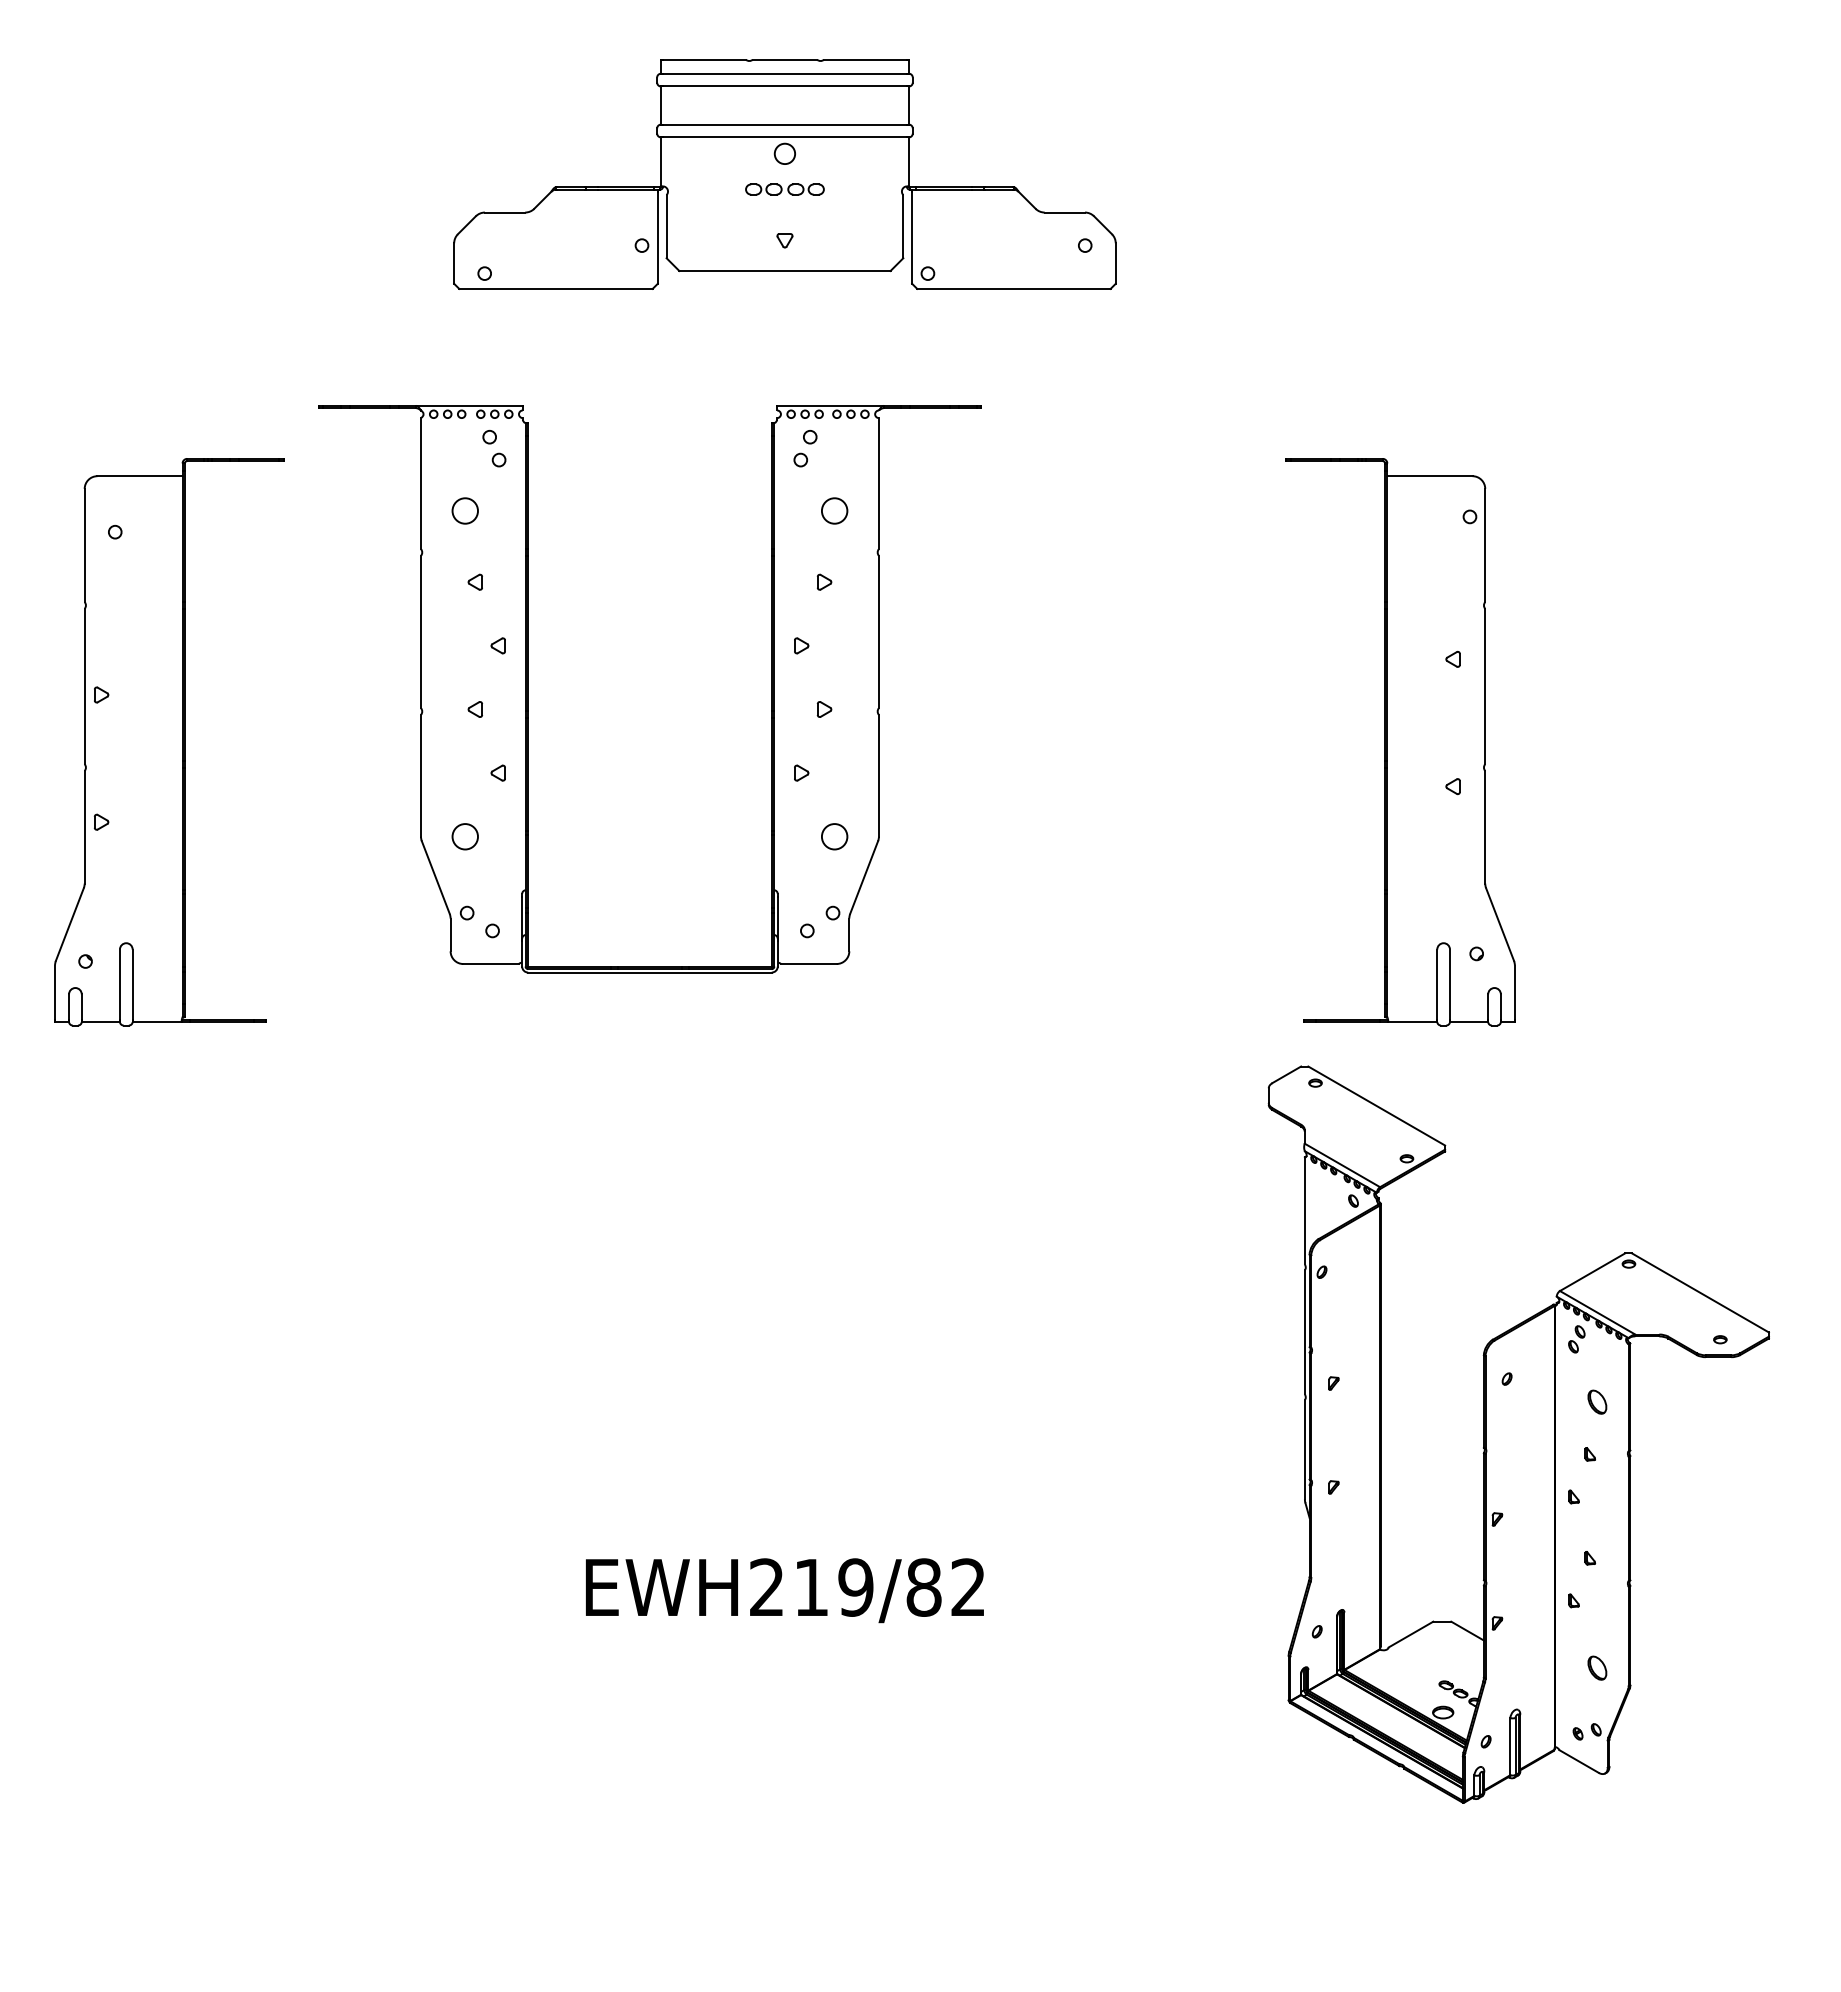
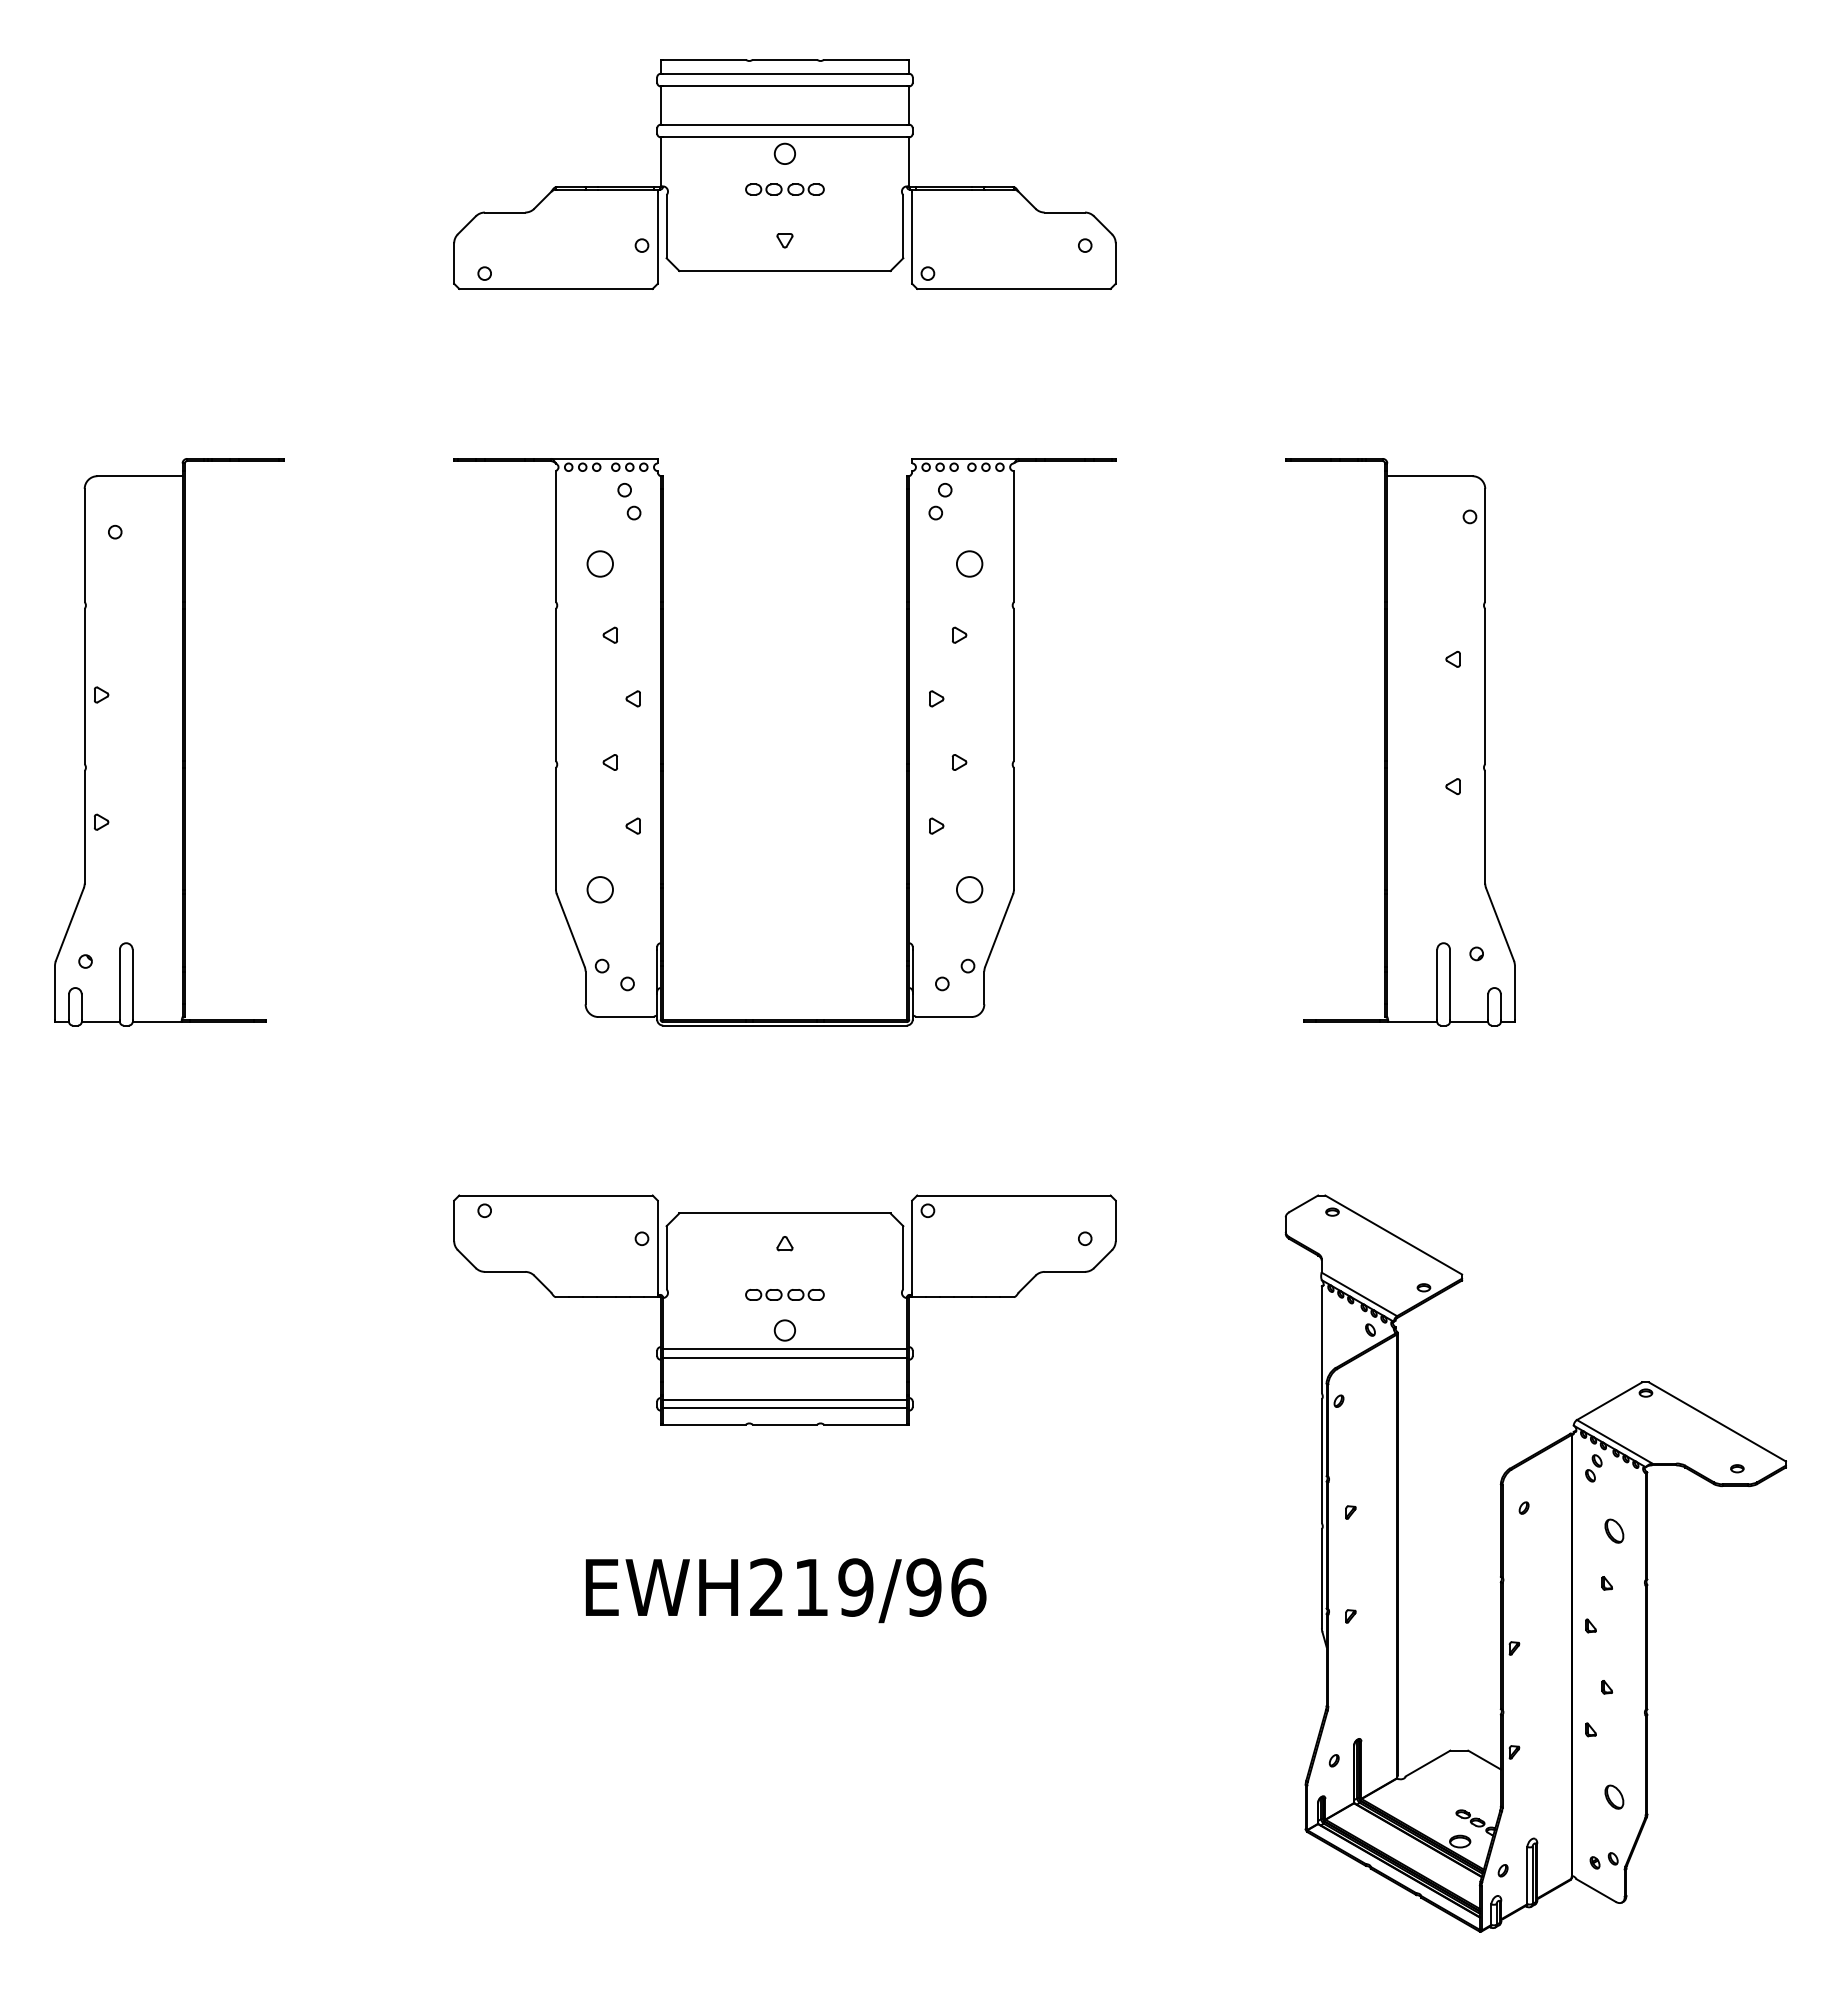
part at (528, 689) position: (528, 689) -> (663, 742)
part at (784, 1309): none -> present
part at (1518, 1434) position: (1518, 1434) -> (1535, 1563)
text at (946, 1587): EWH219/82 -> EWH219/96
